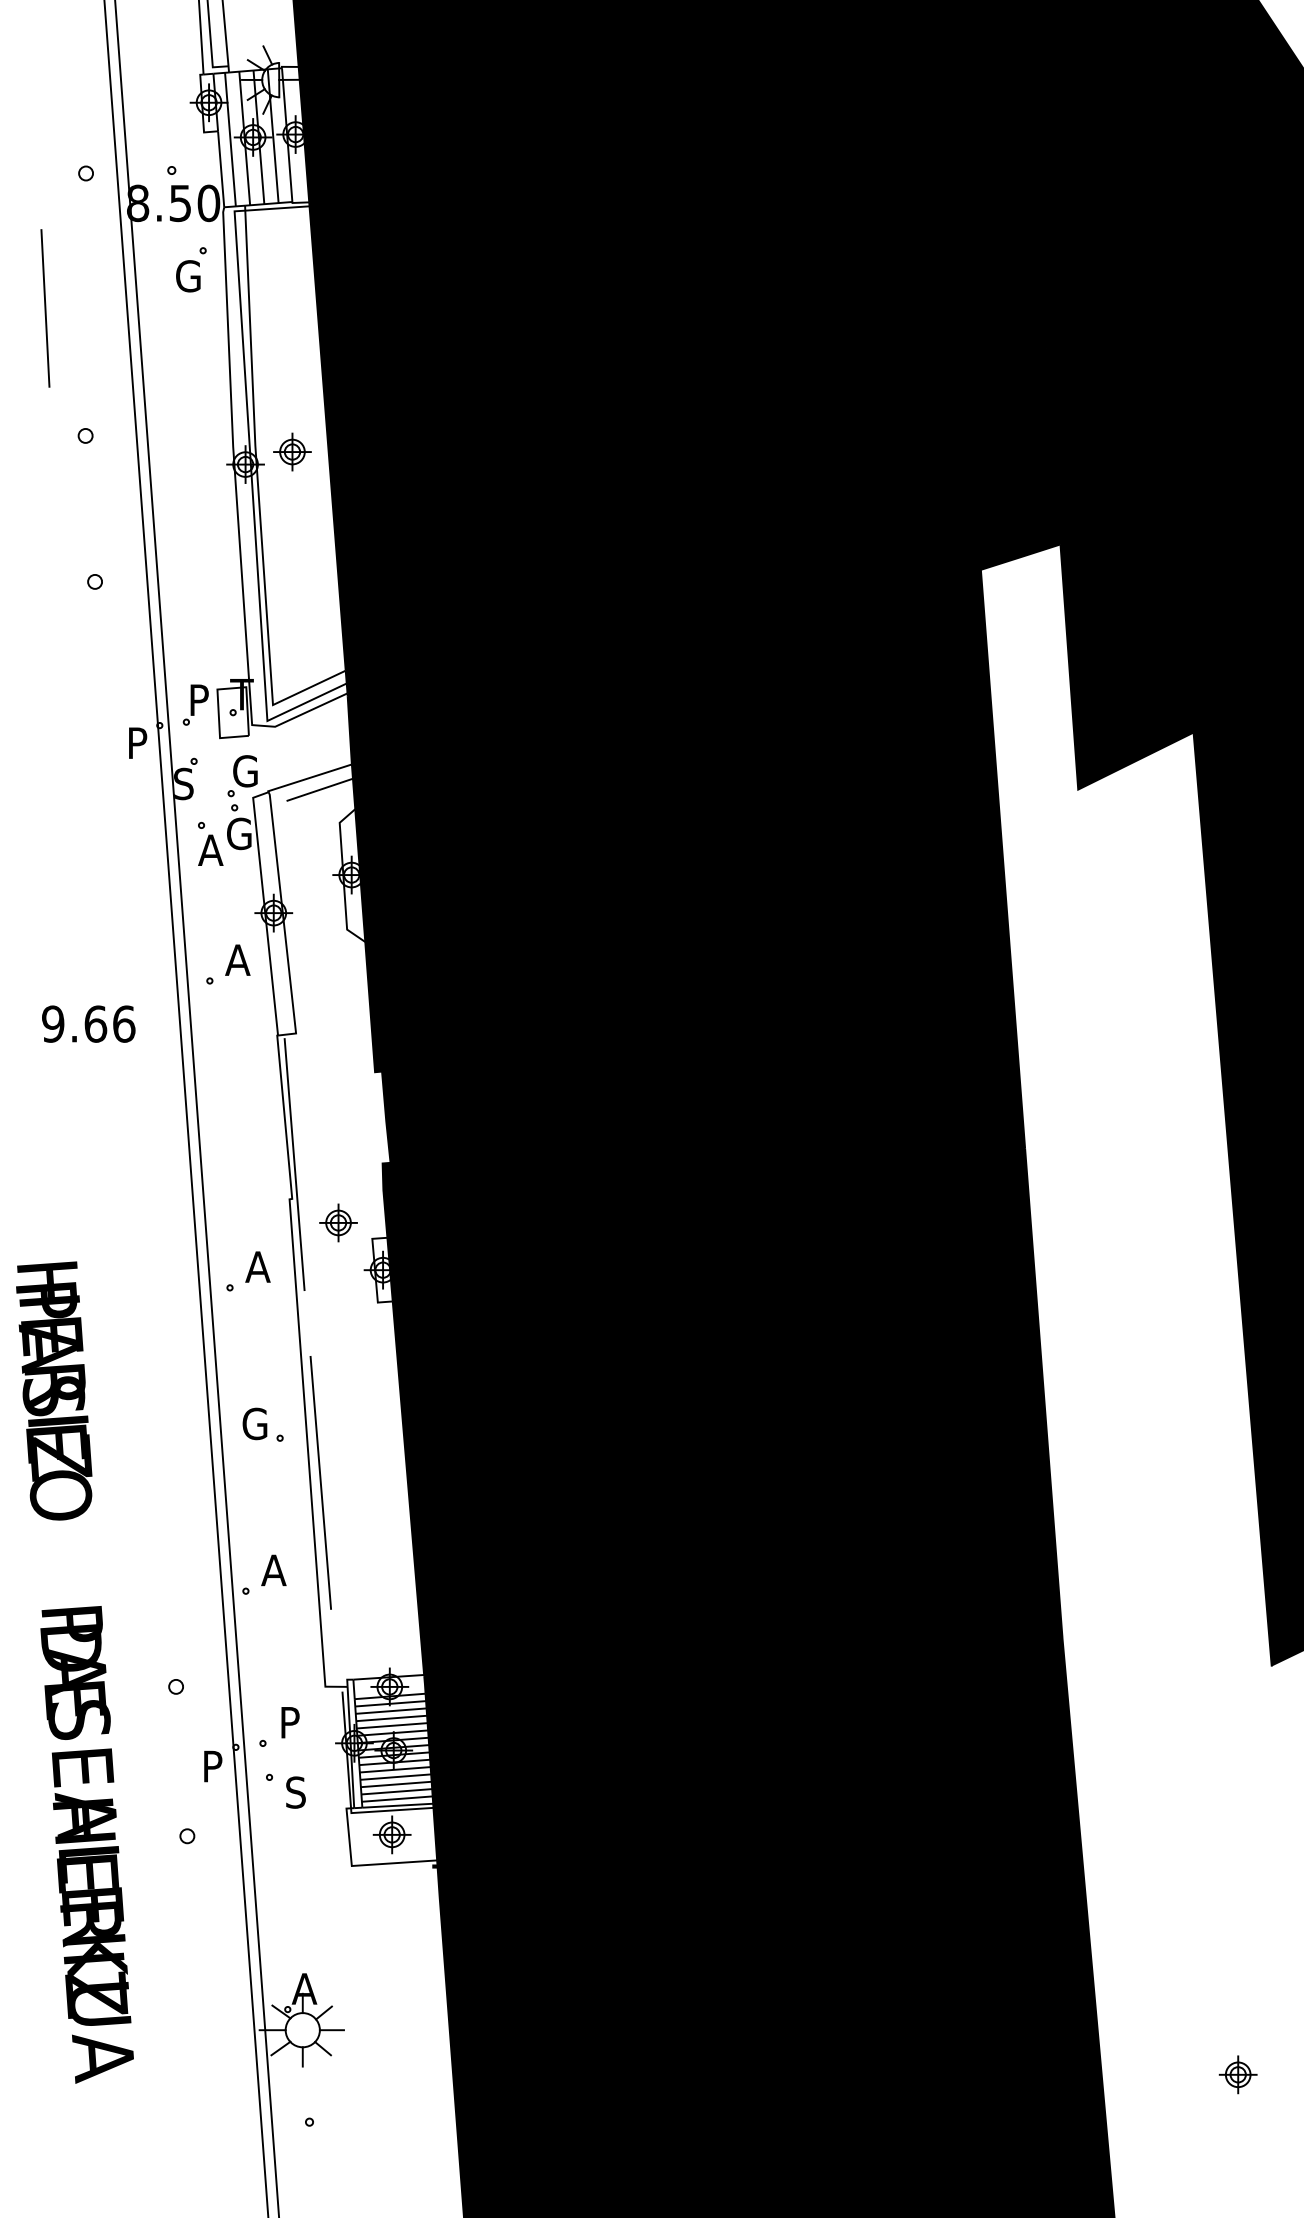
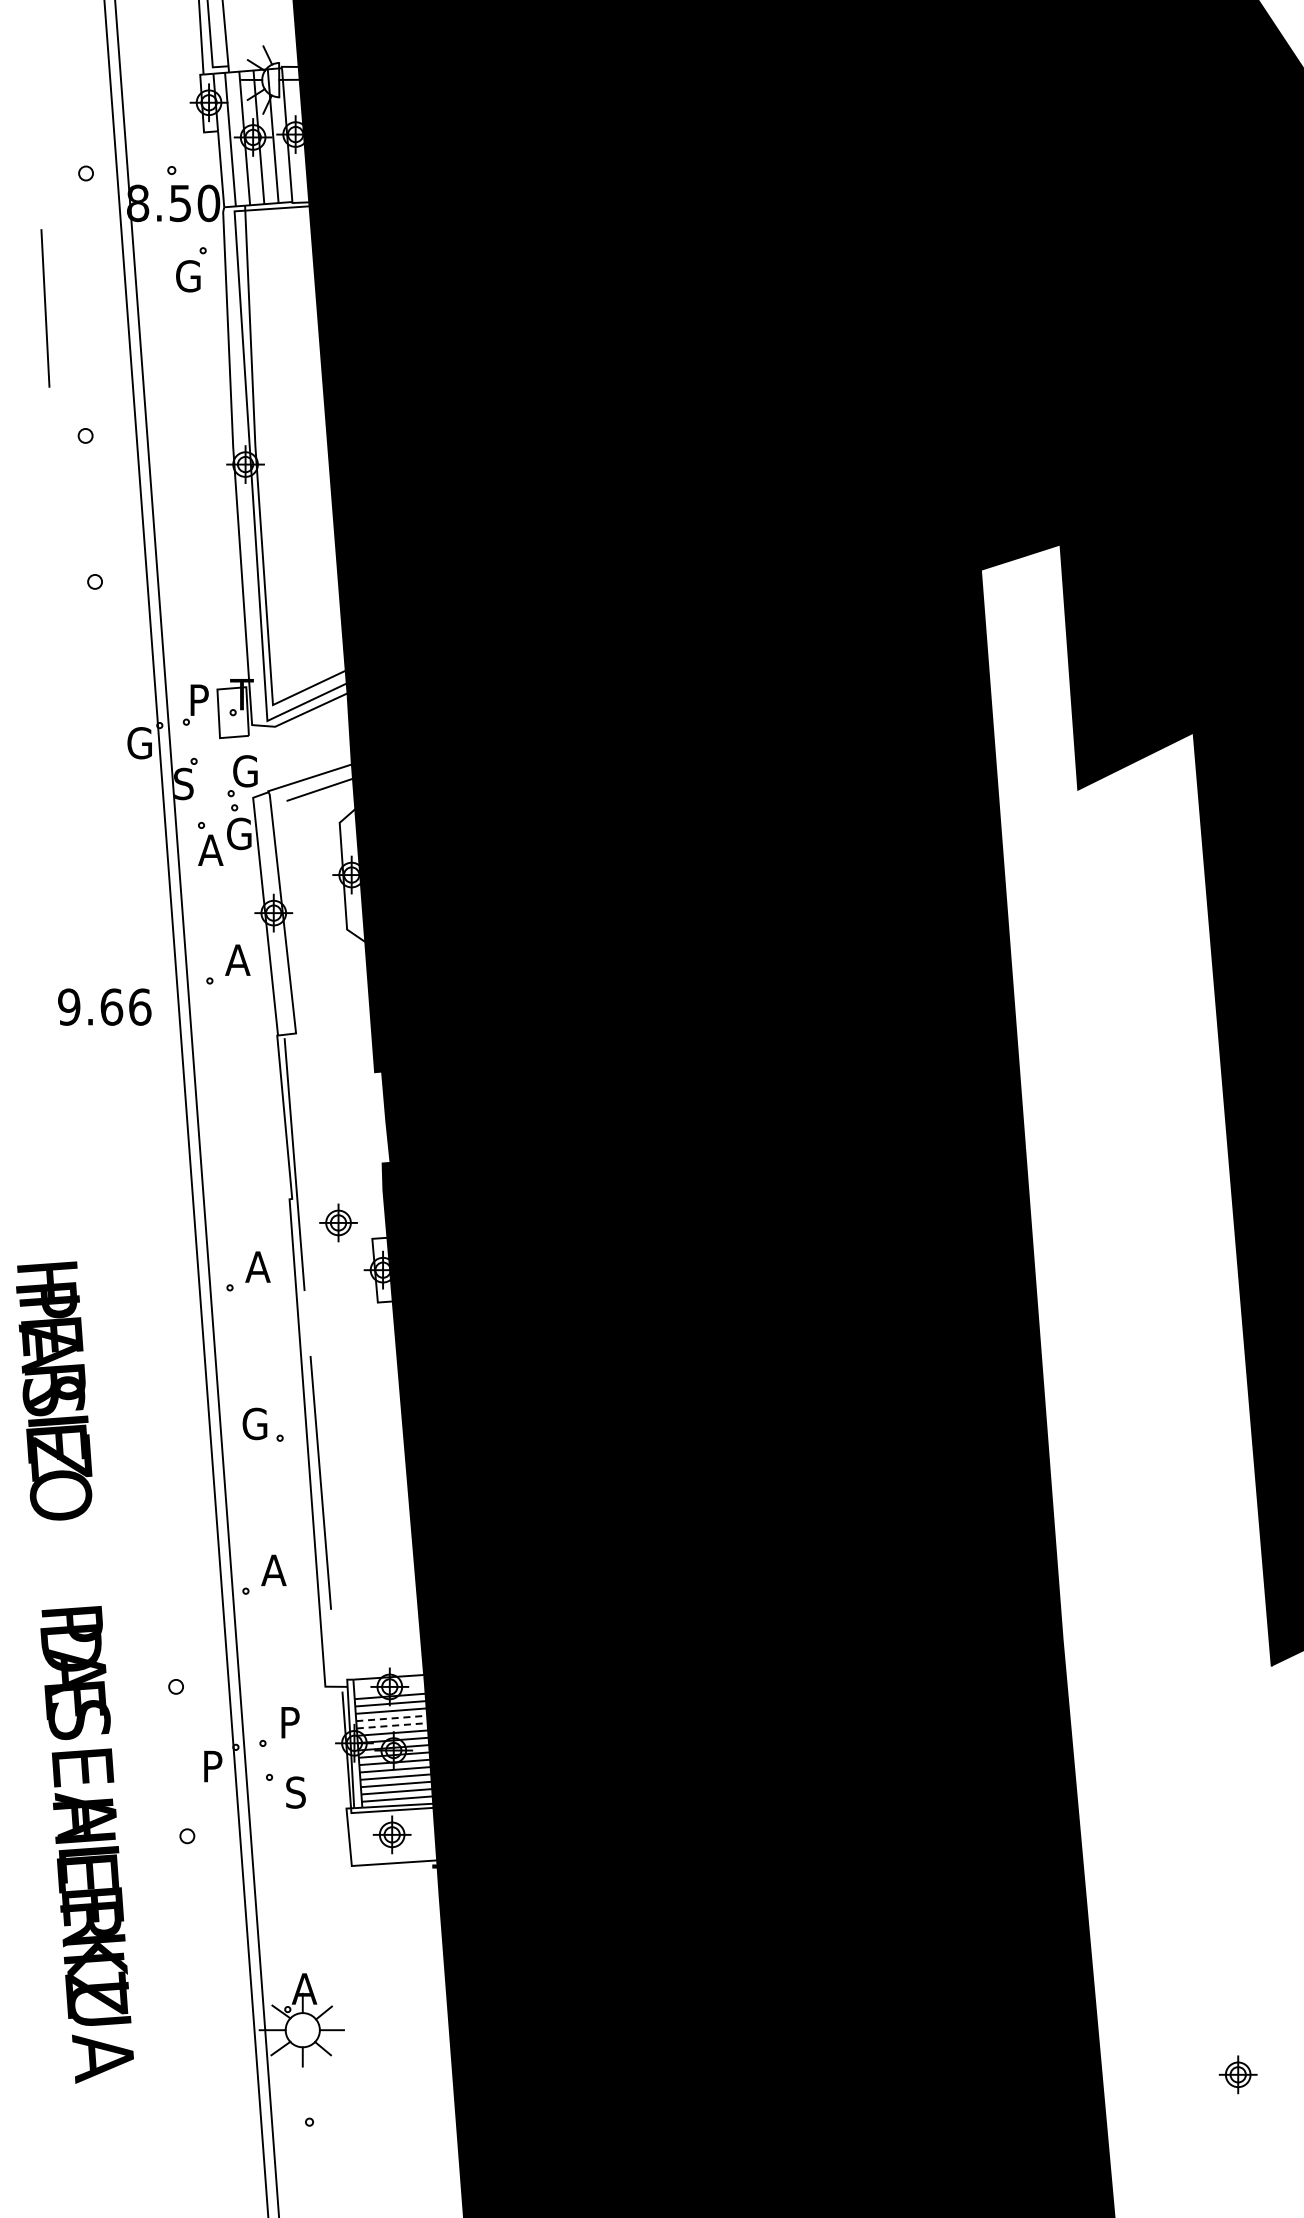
part at (292, 451): present -> none
text at (139, 743): P -> G
text at (88, 1023) position: (88, 1023) -> (104, 1006)
line at (391, 1718): solid -> dashed
line at (392, 1725): solid -> dashed
